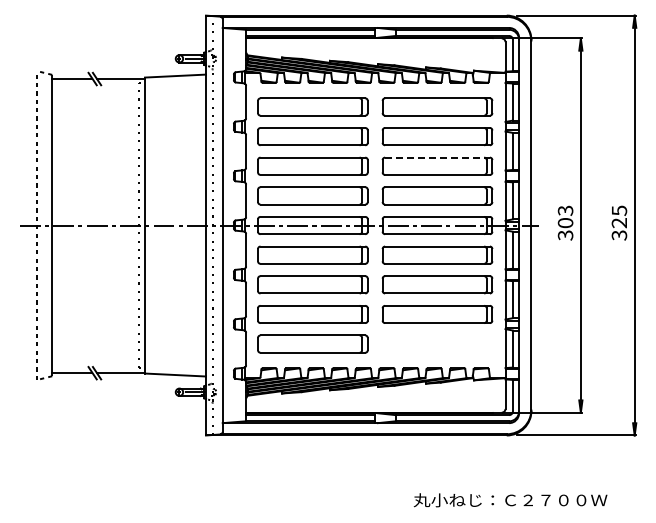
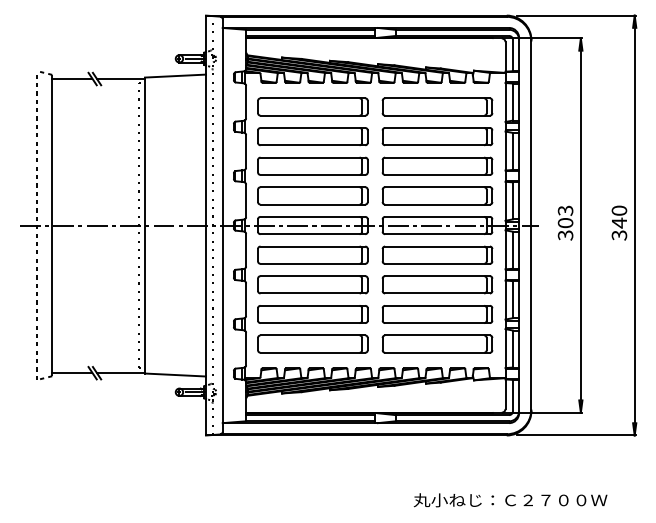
line at (438, 157): dashed -> solid
text at (619, 216): 325 -> 340
part at (437, 343): none -> present
